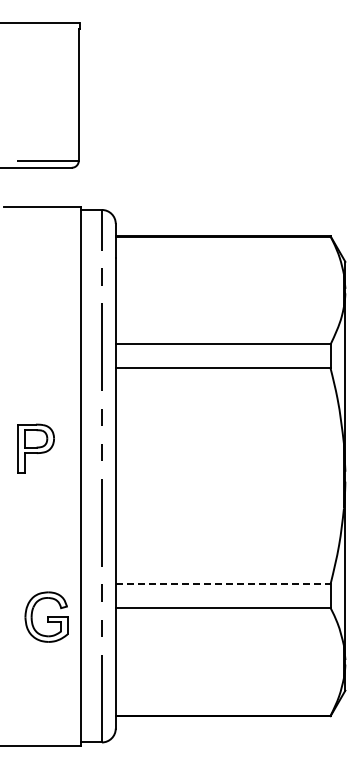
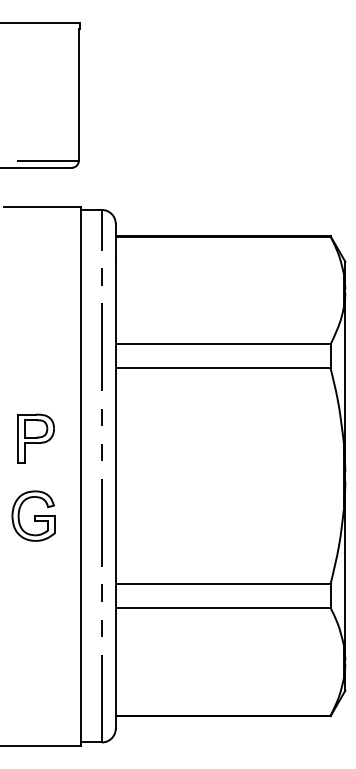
part at (35, 448) position: (35, 448) -> (35, 438)
line at (223, 584): dashed -> solid
part at (46, 616) position: (46, 616) -> (33, 515)
